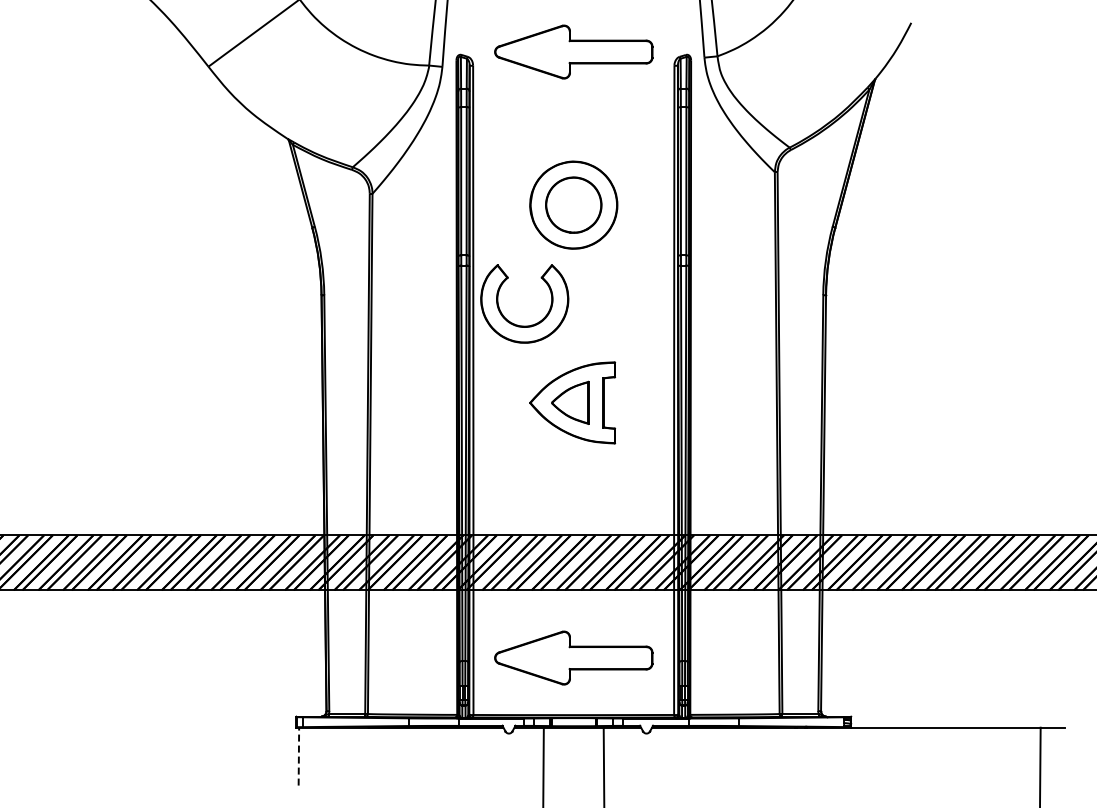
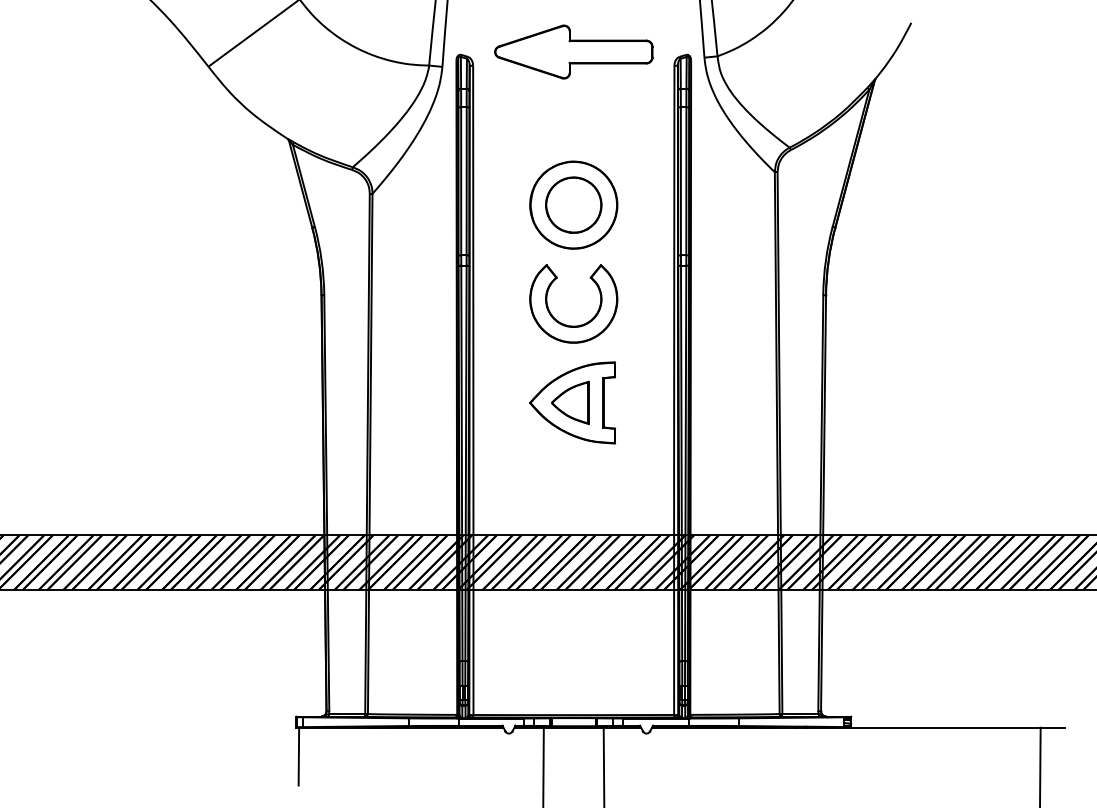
part at (524, 325) position: (524, 325) -> (573, 325)
part at (573, 657): present -> none
line at (298, 756): dashed -> solid
